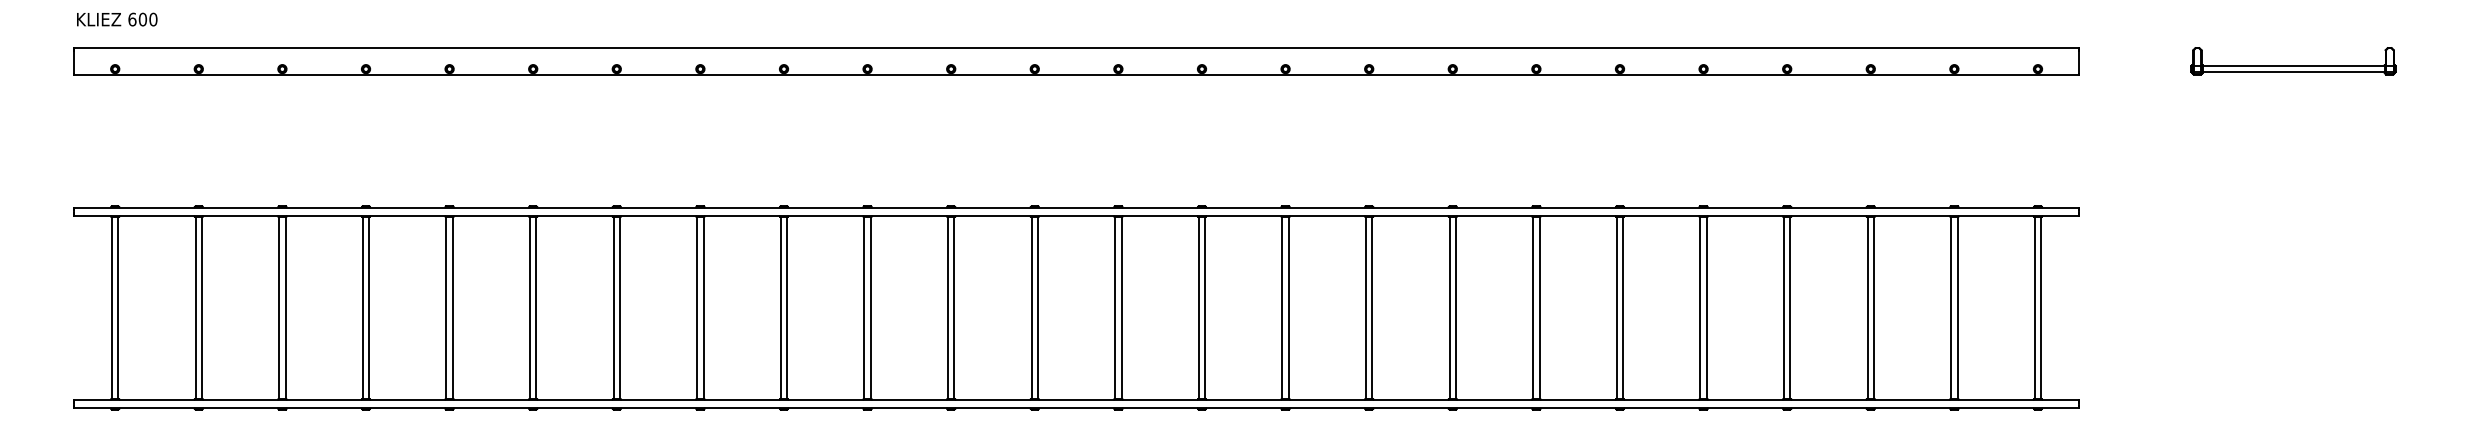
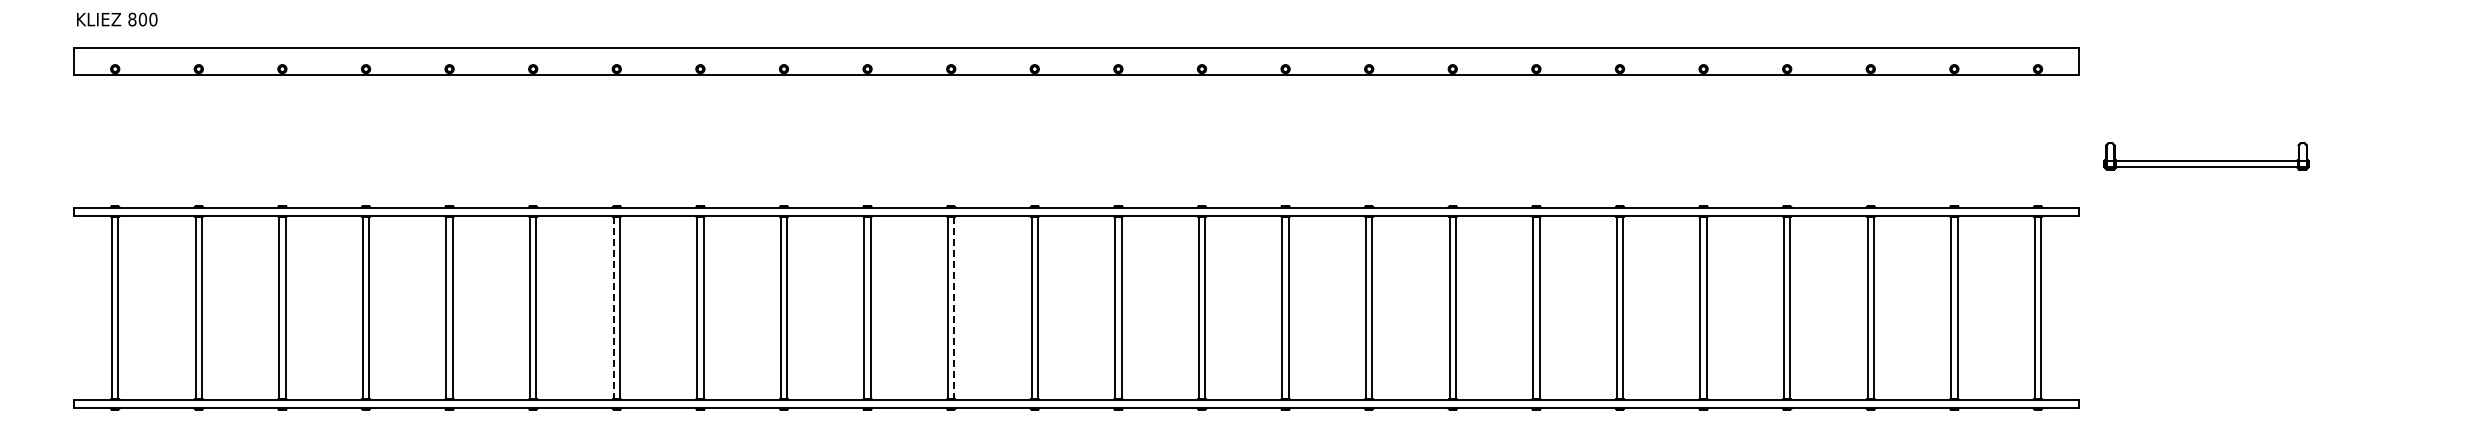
text at (132, 19): 600 -> 800
part at (2293, 61) position: (2293, 61) -> (2206, 156)
line at (613, 307): solid -> dashed
line at (954, 307): solid -> dashed
